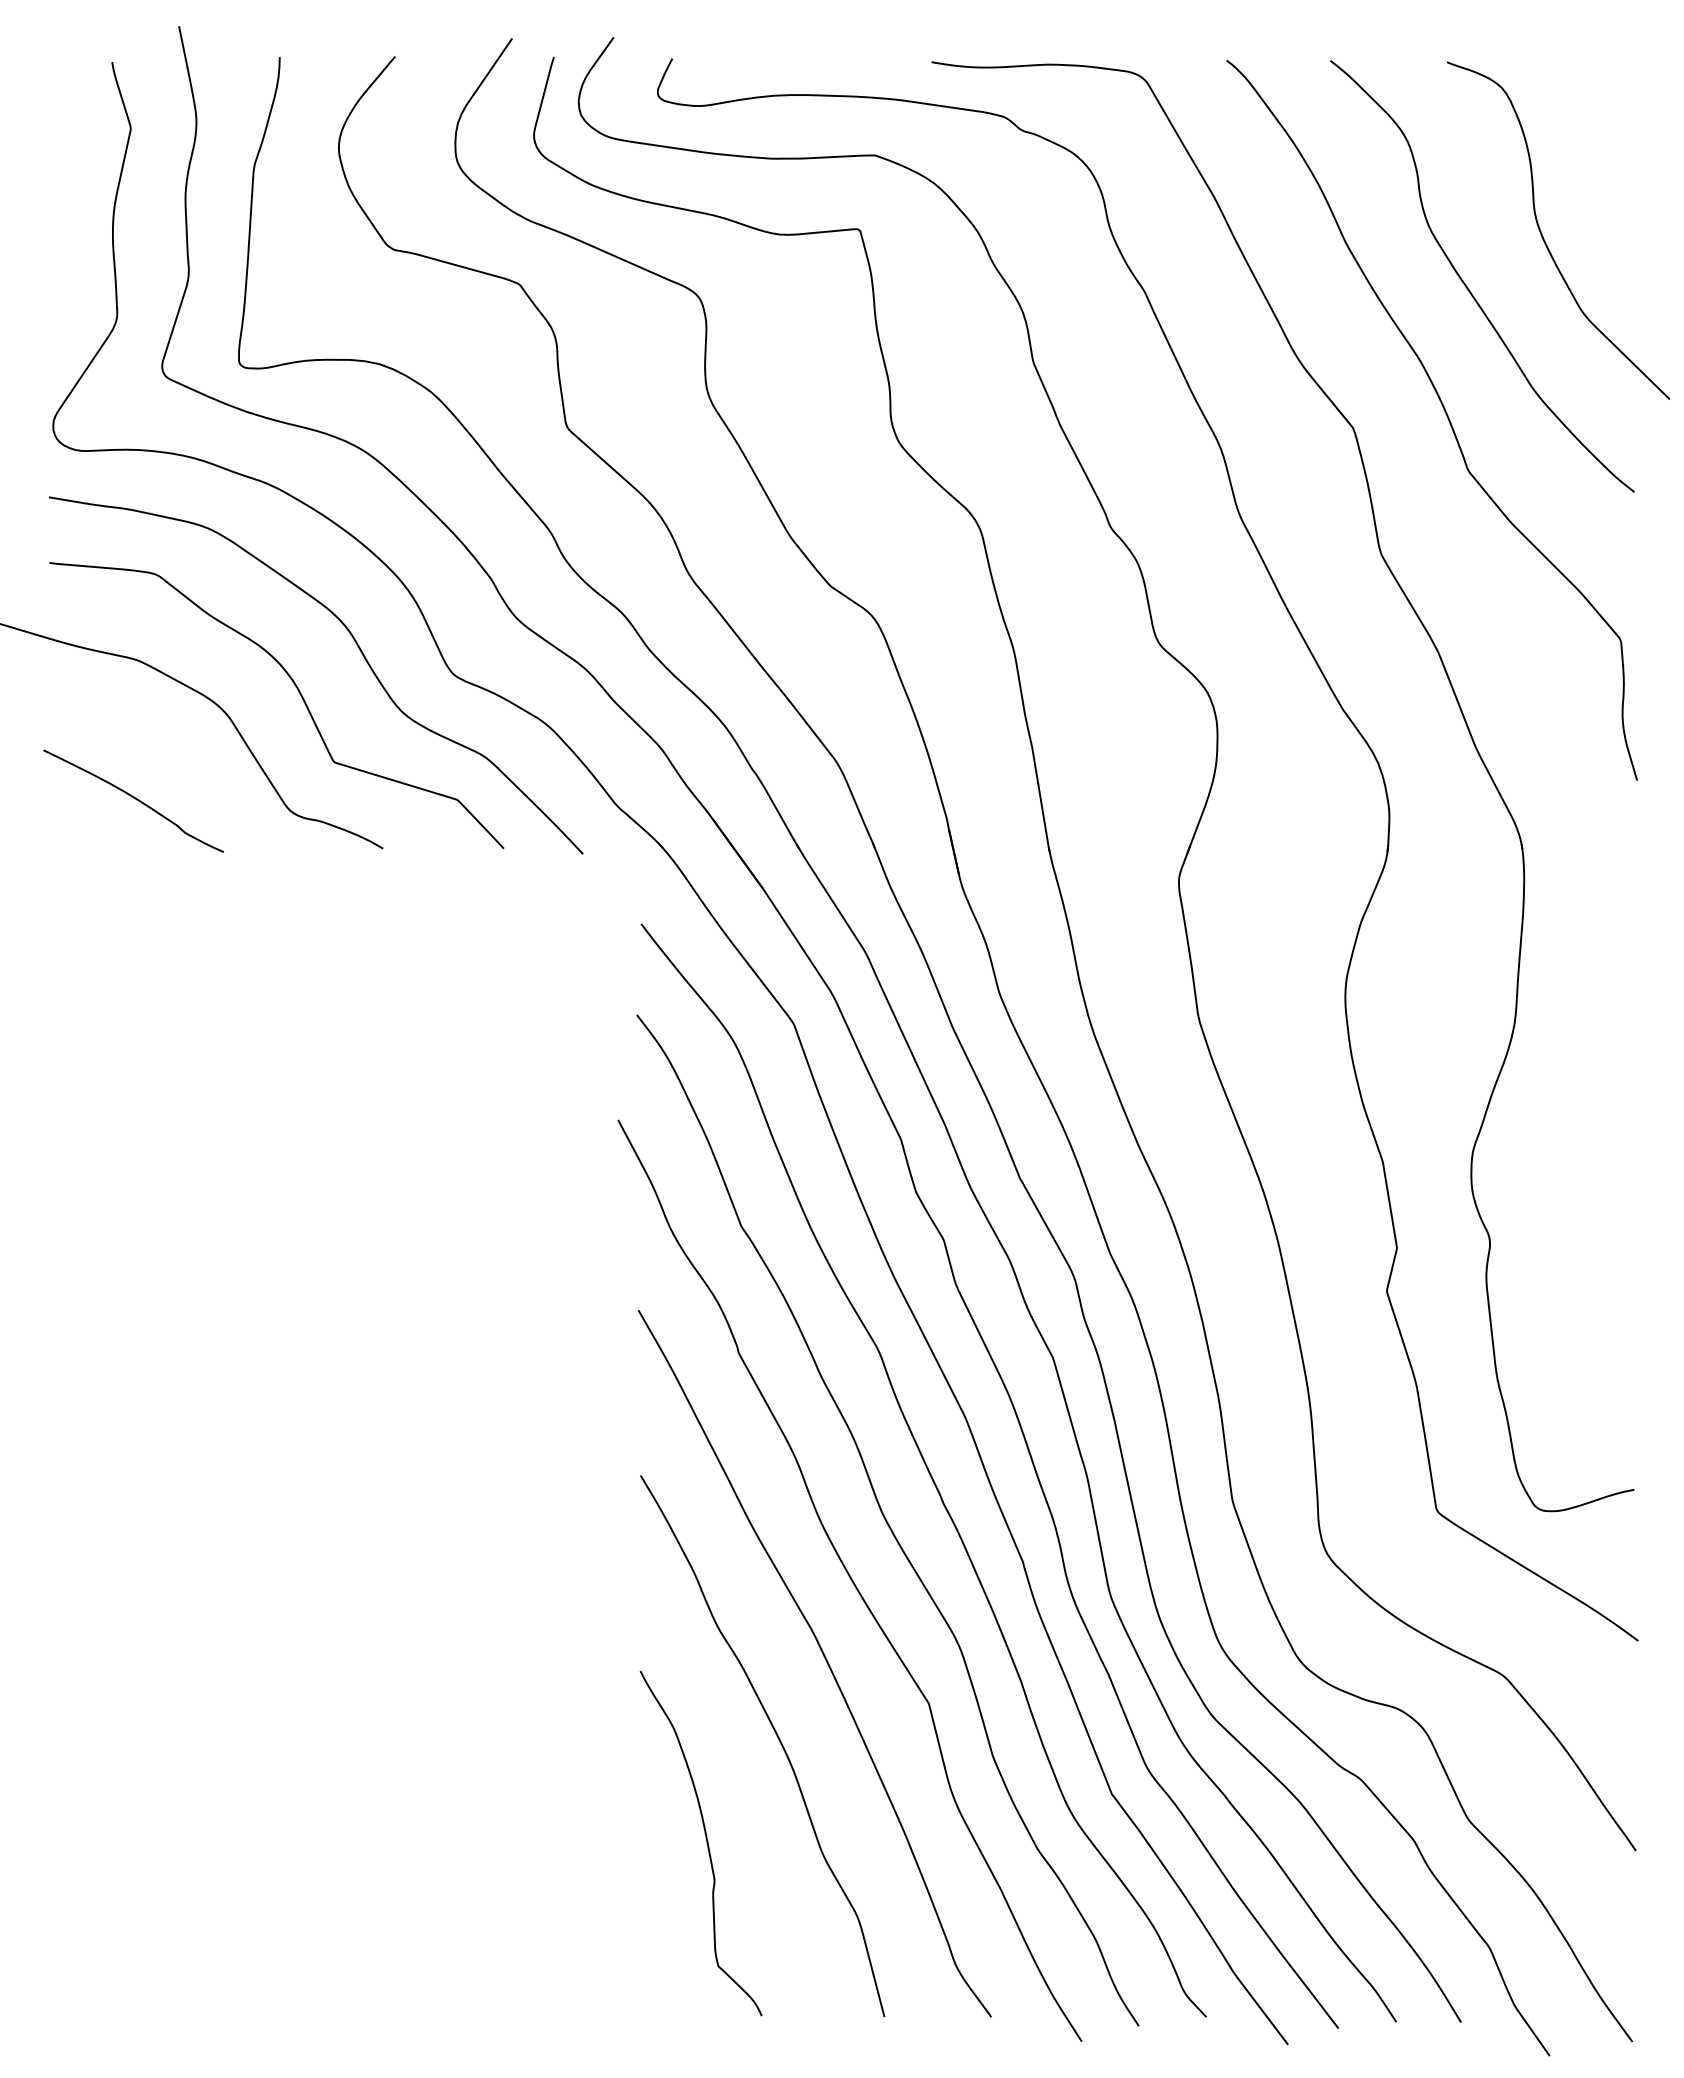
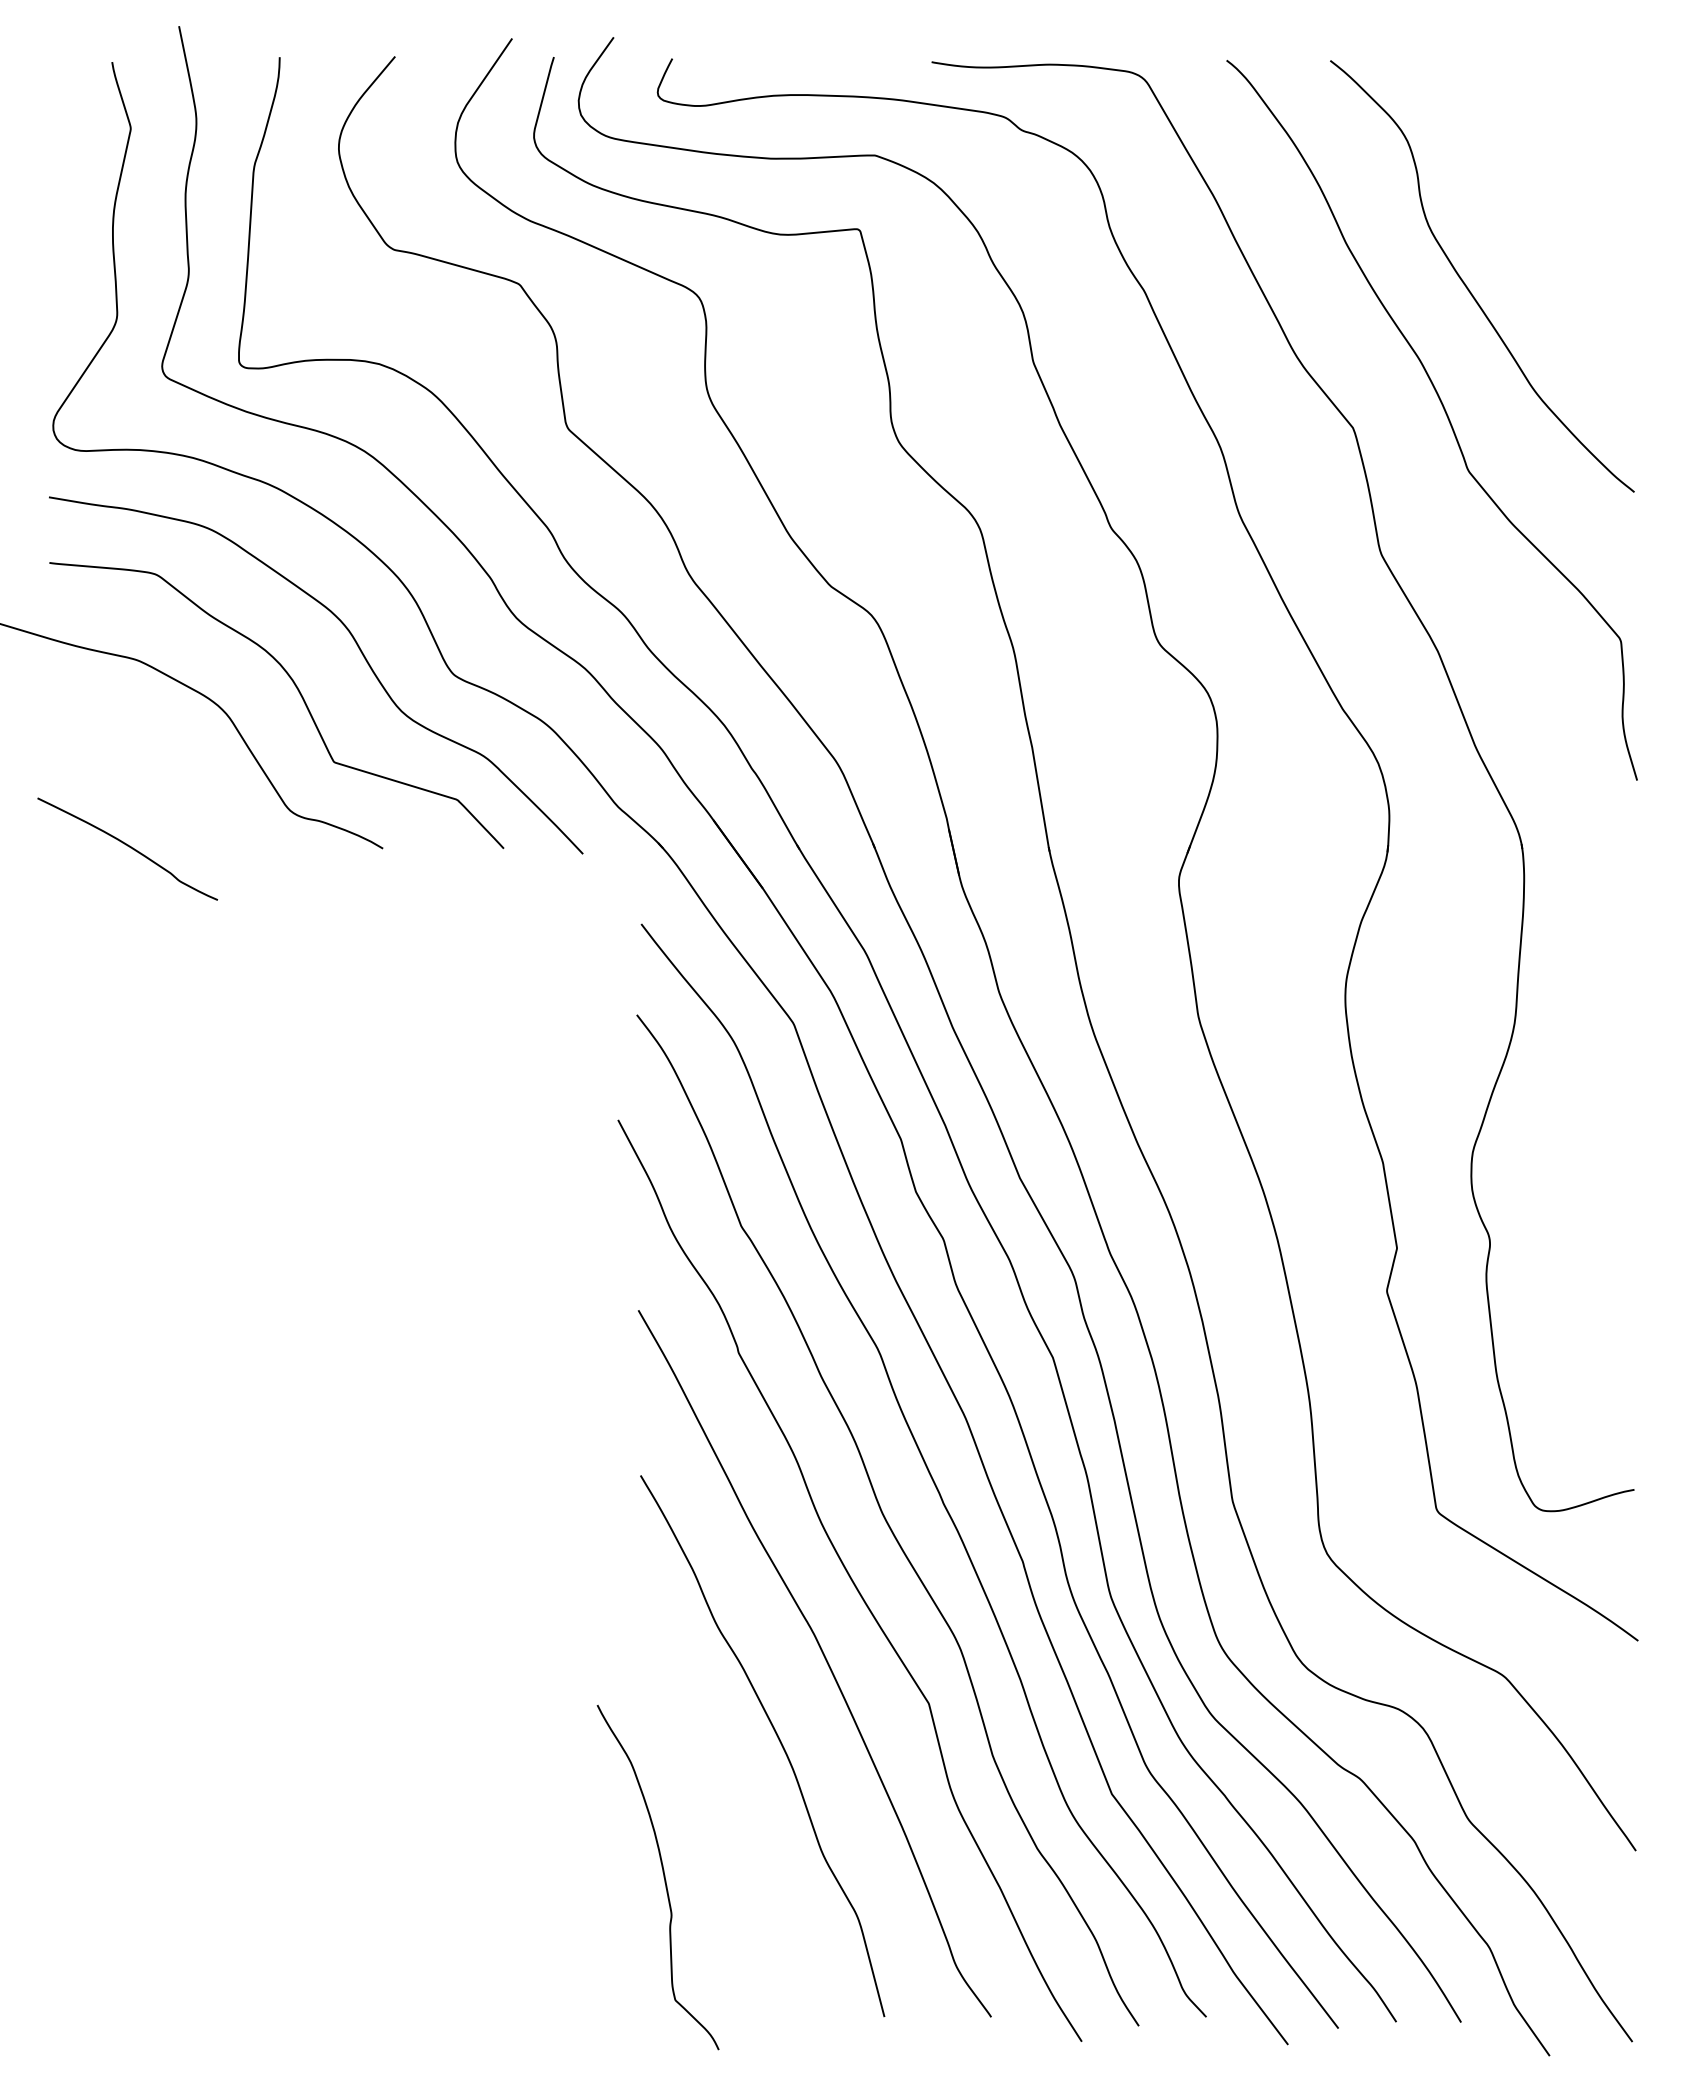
curve at (1544, 238): present -> none
curve at (133, 798) position: (133, 798) -> (127, 846)
curve at (706, 1843) position: (706, 1843) -> (663, 1877)
